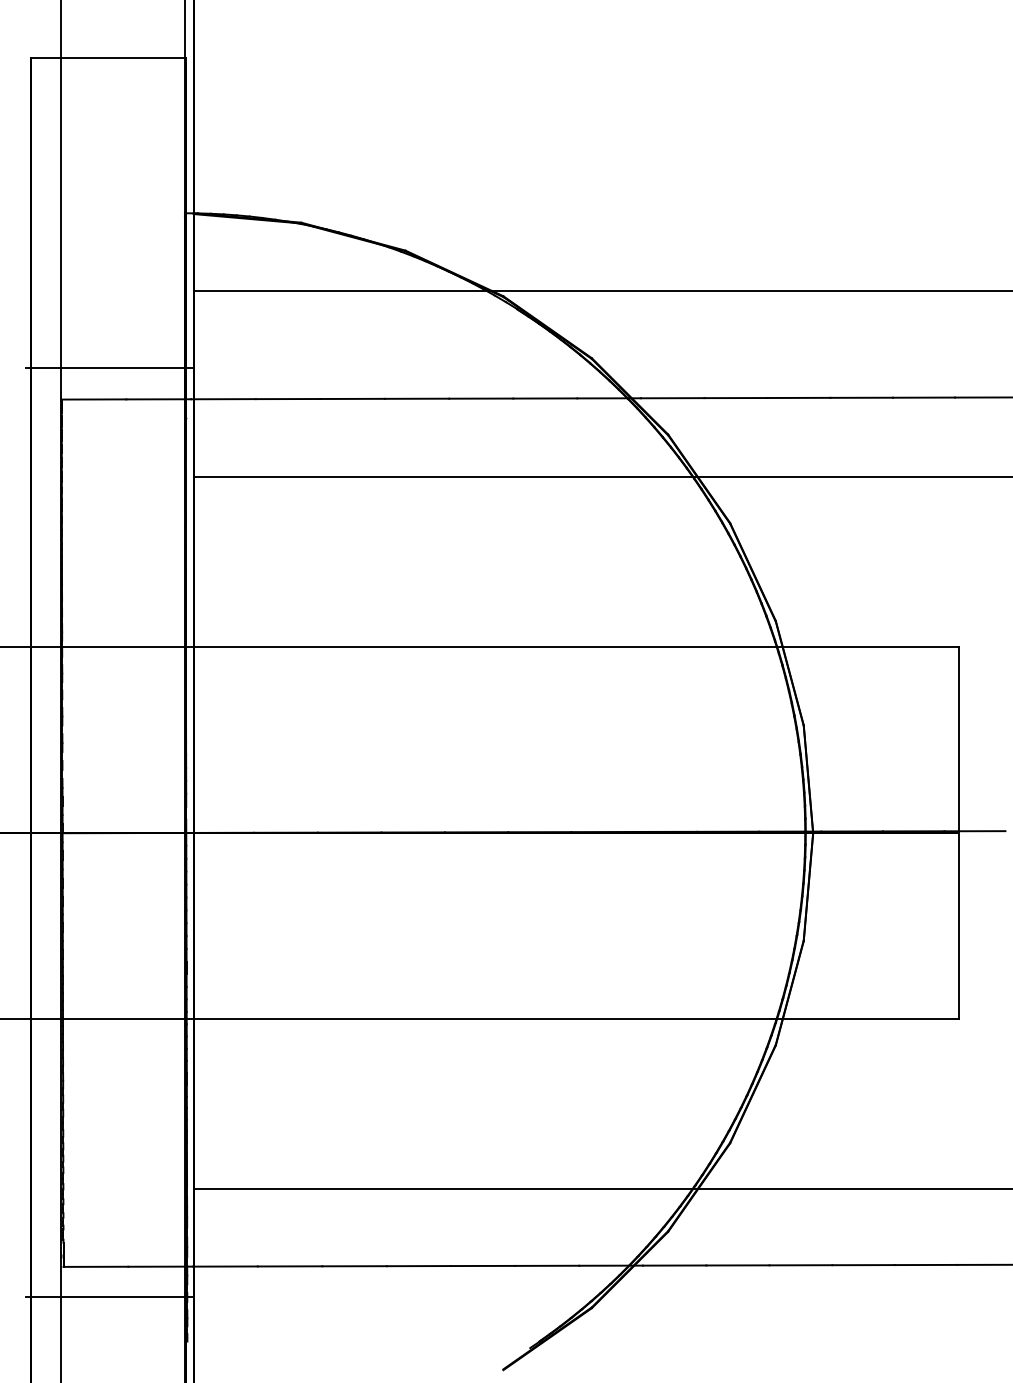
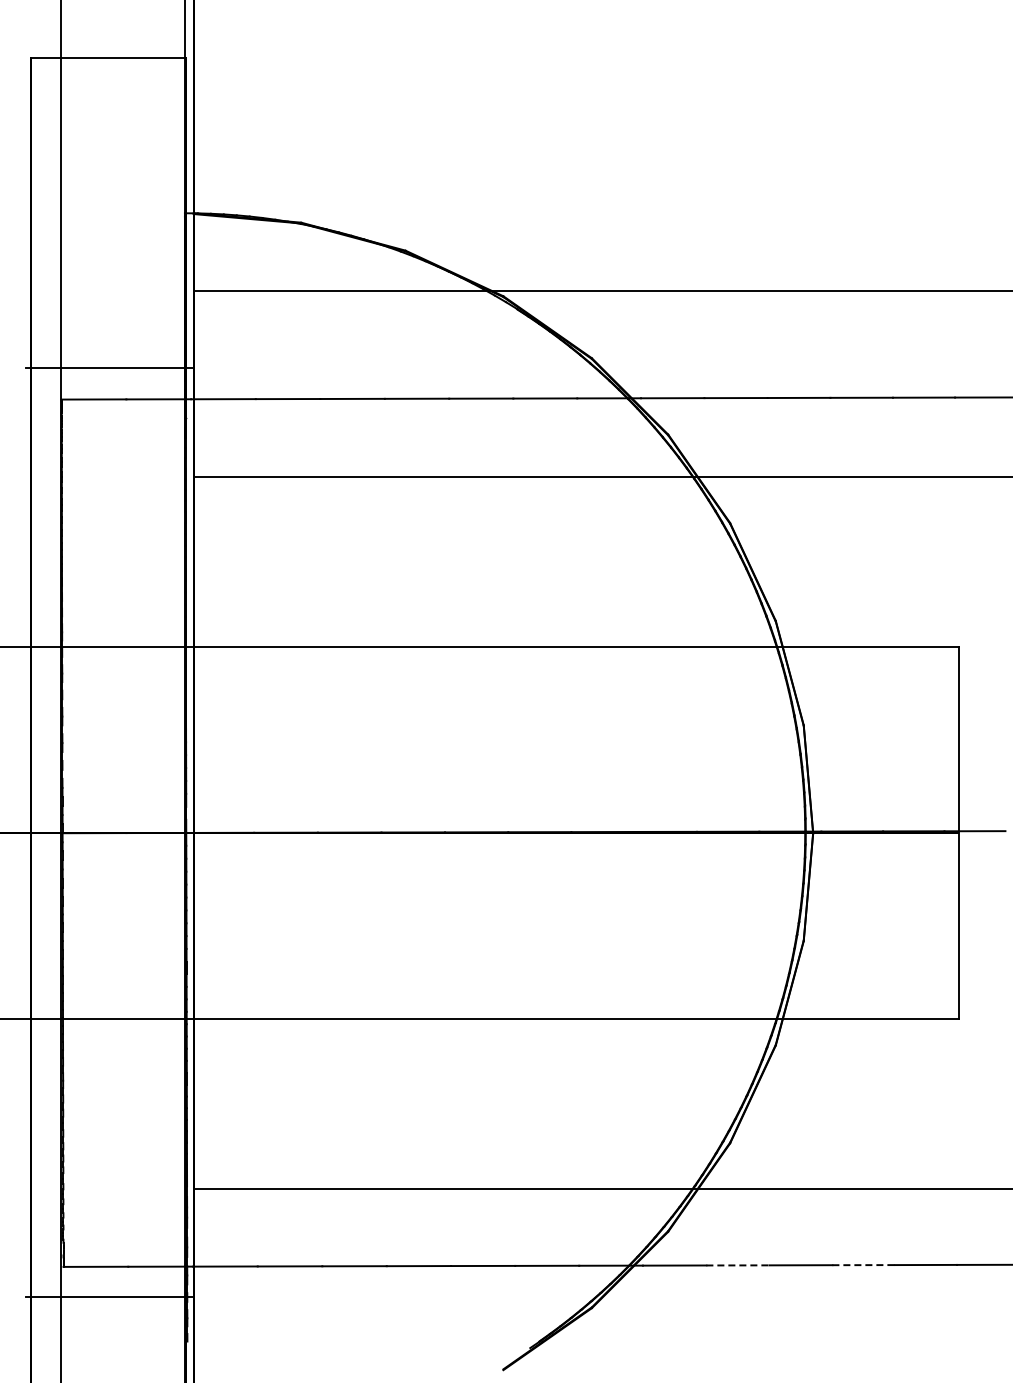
line at (737, 1265): solid -> dashed
line at (864, 1265): solid -> dashed
